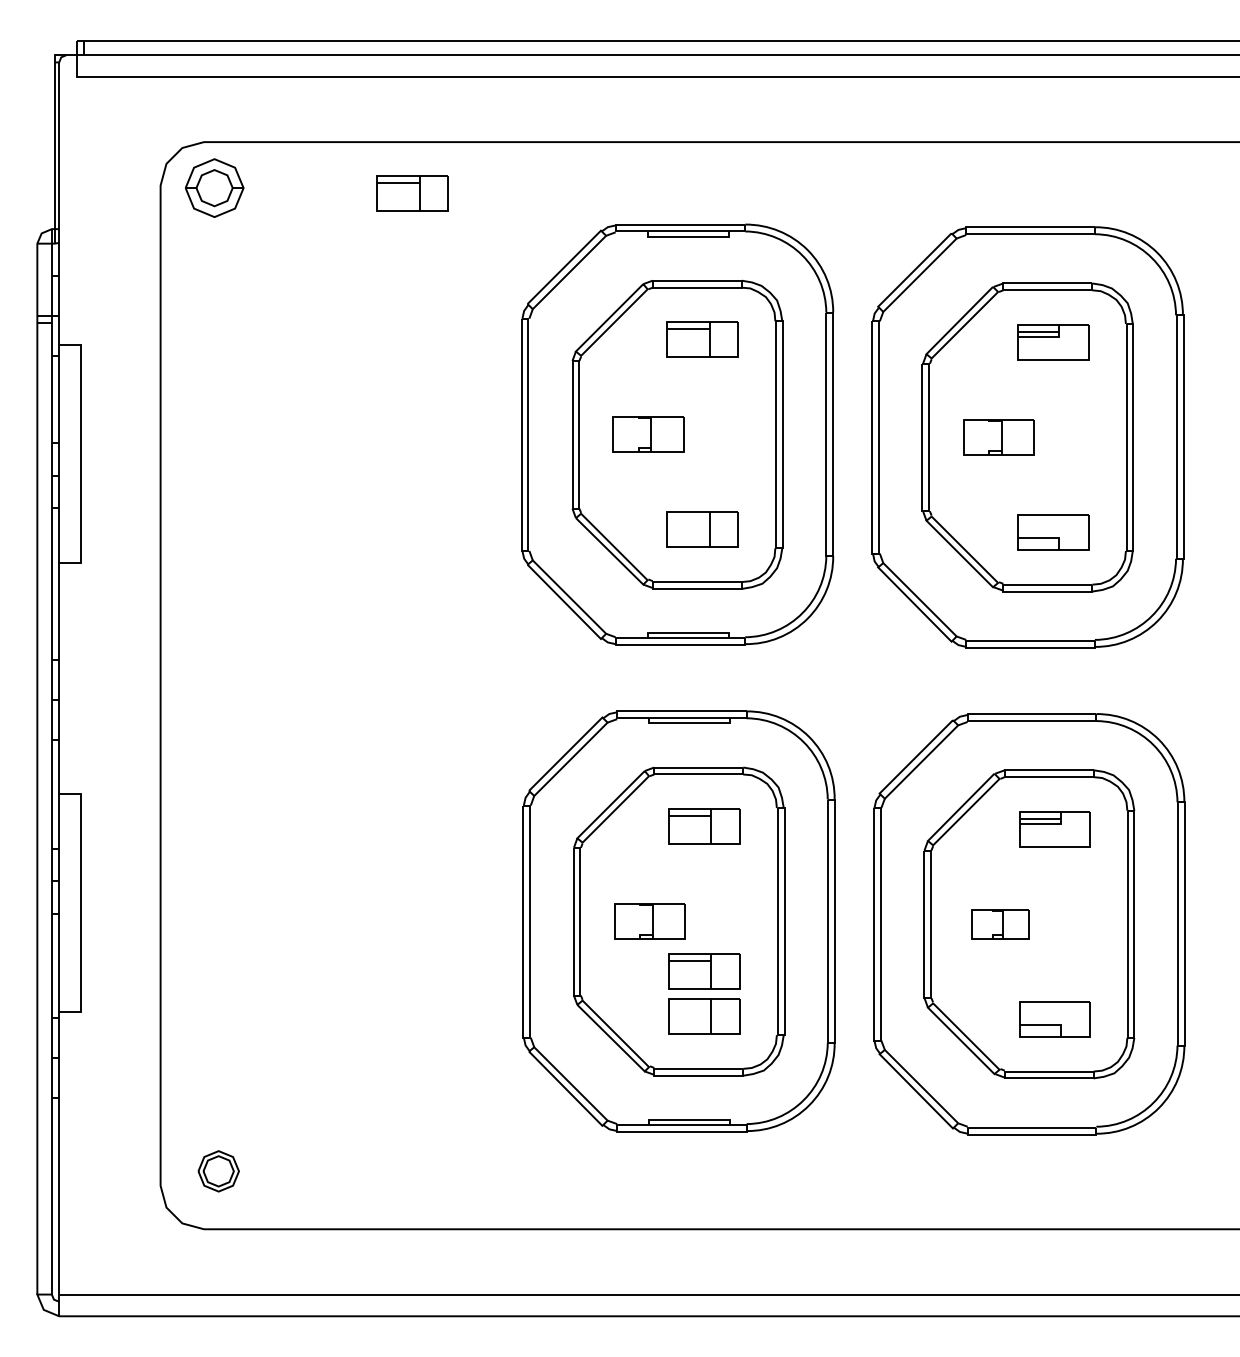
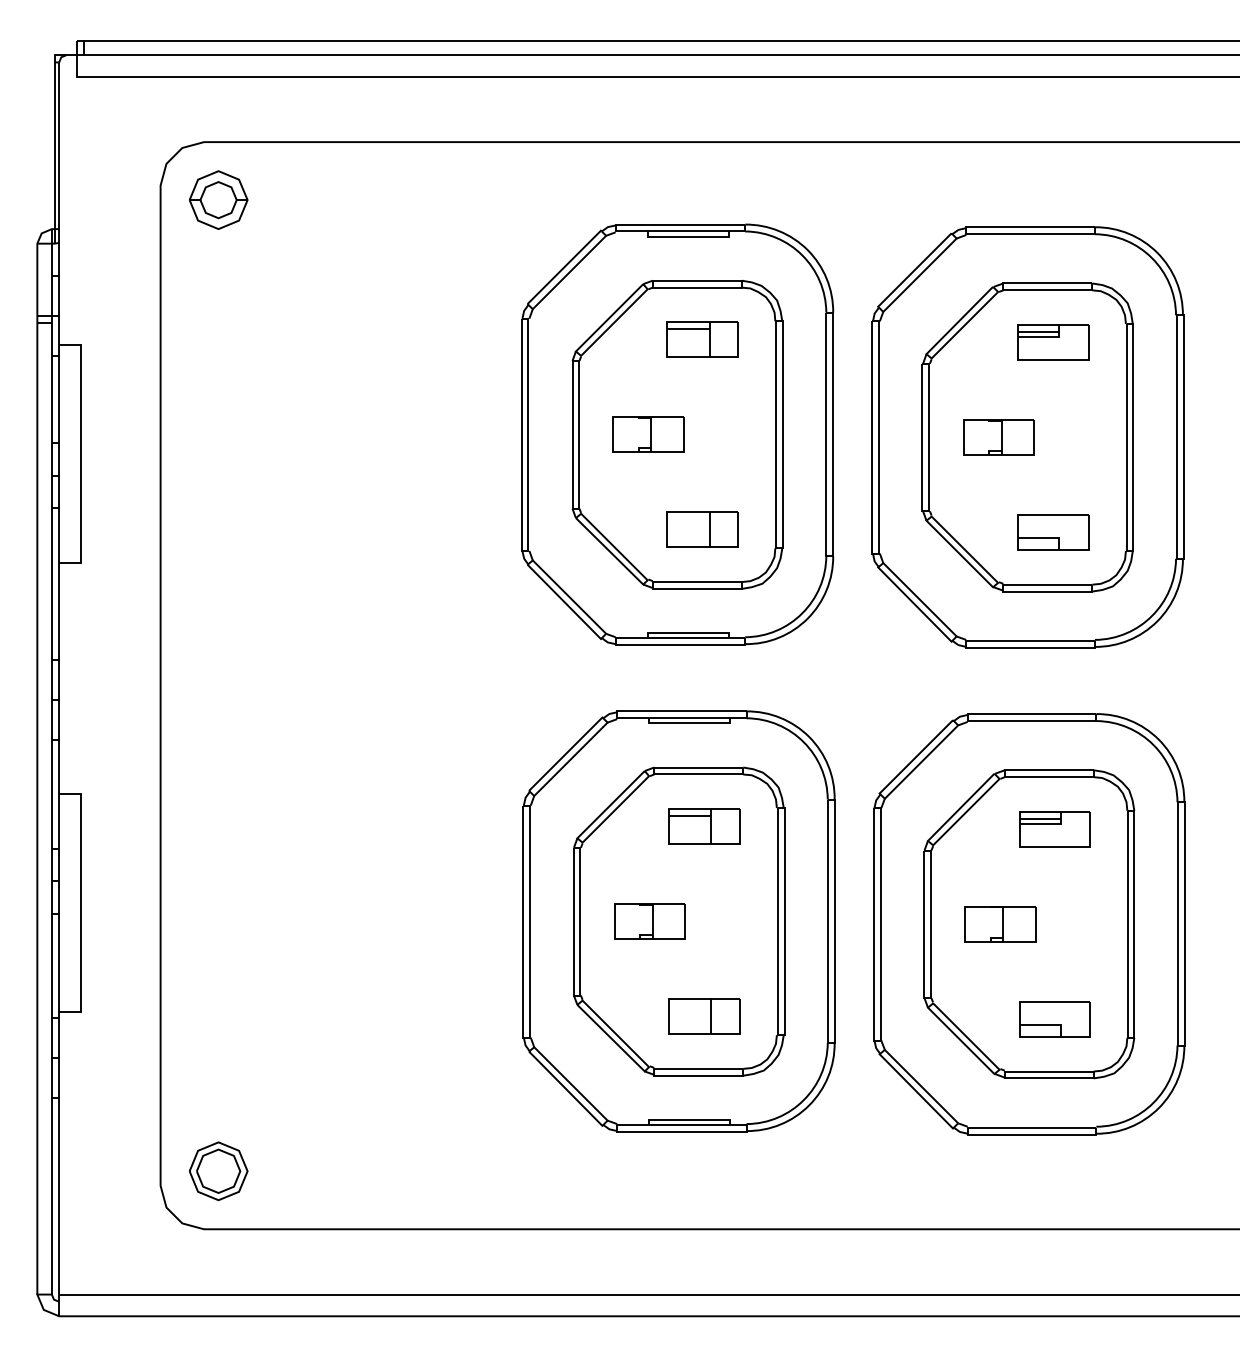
part at (214, 187) position: (214, 187) -> (218, 199)
part at (412, 193): present -> none
part at (1000, 924) size: 59x31 px -> 73x37 px
part at (704, 971): present -> none
part at (218, 1171) size: 43x43 px -> 60x61 px
